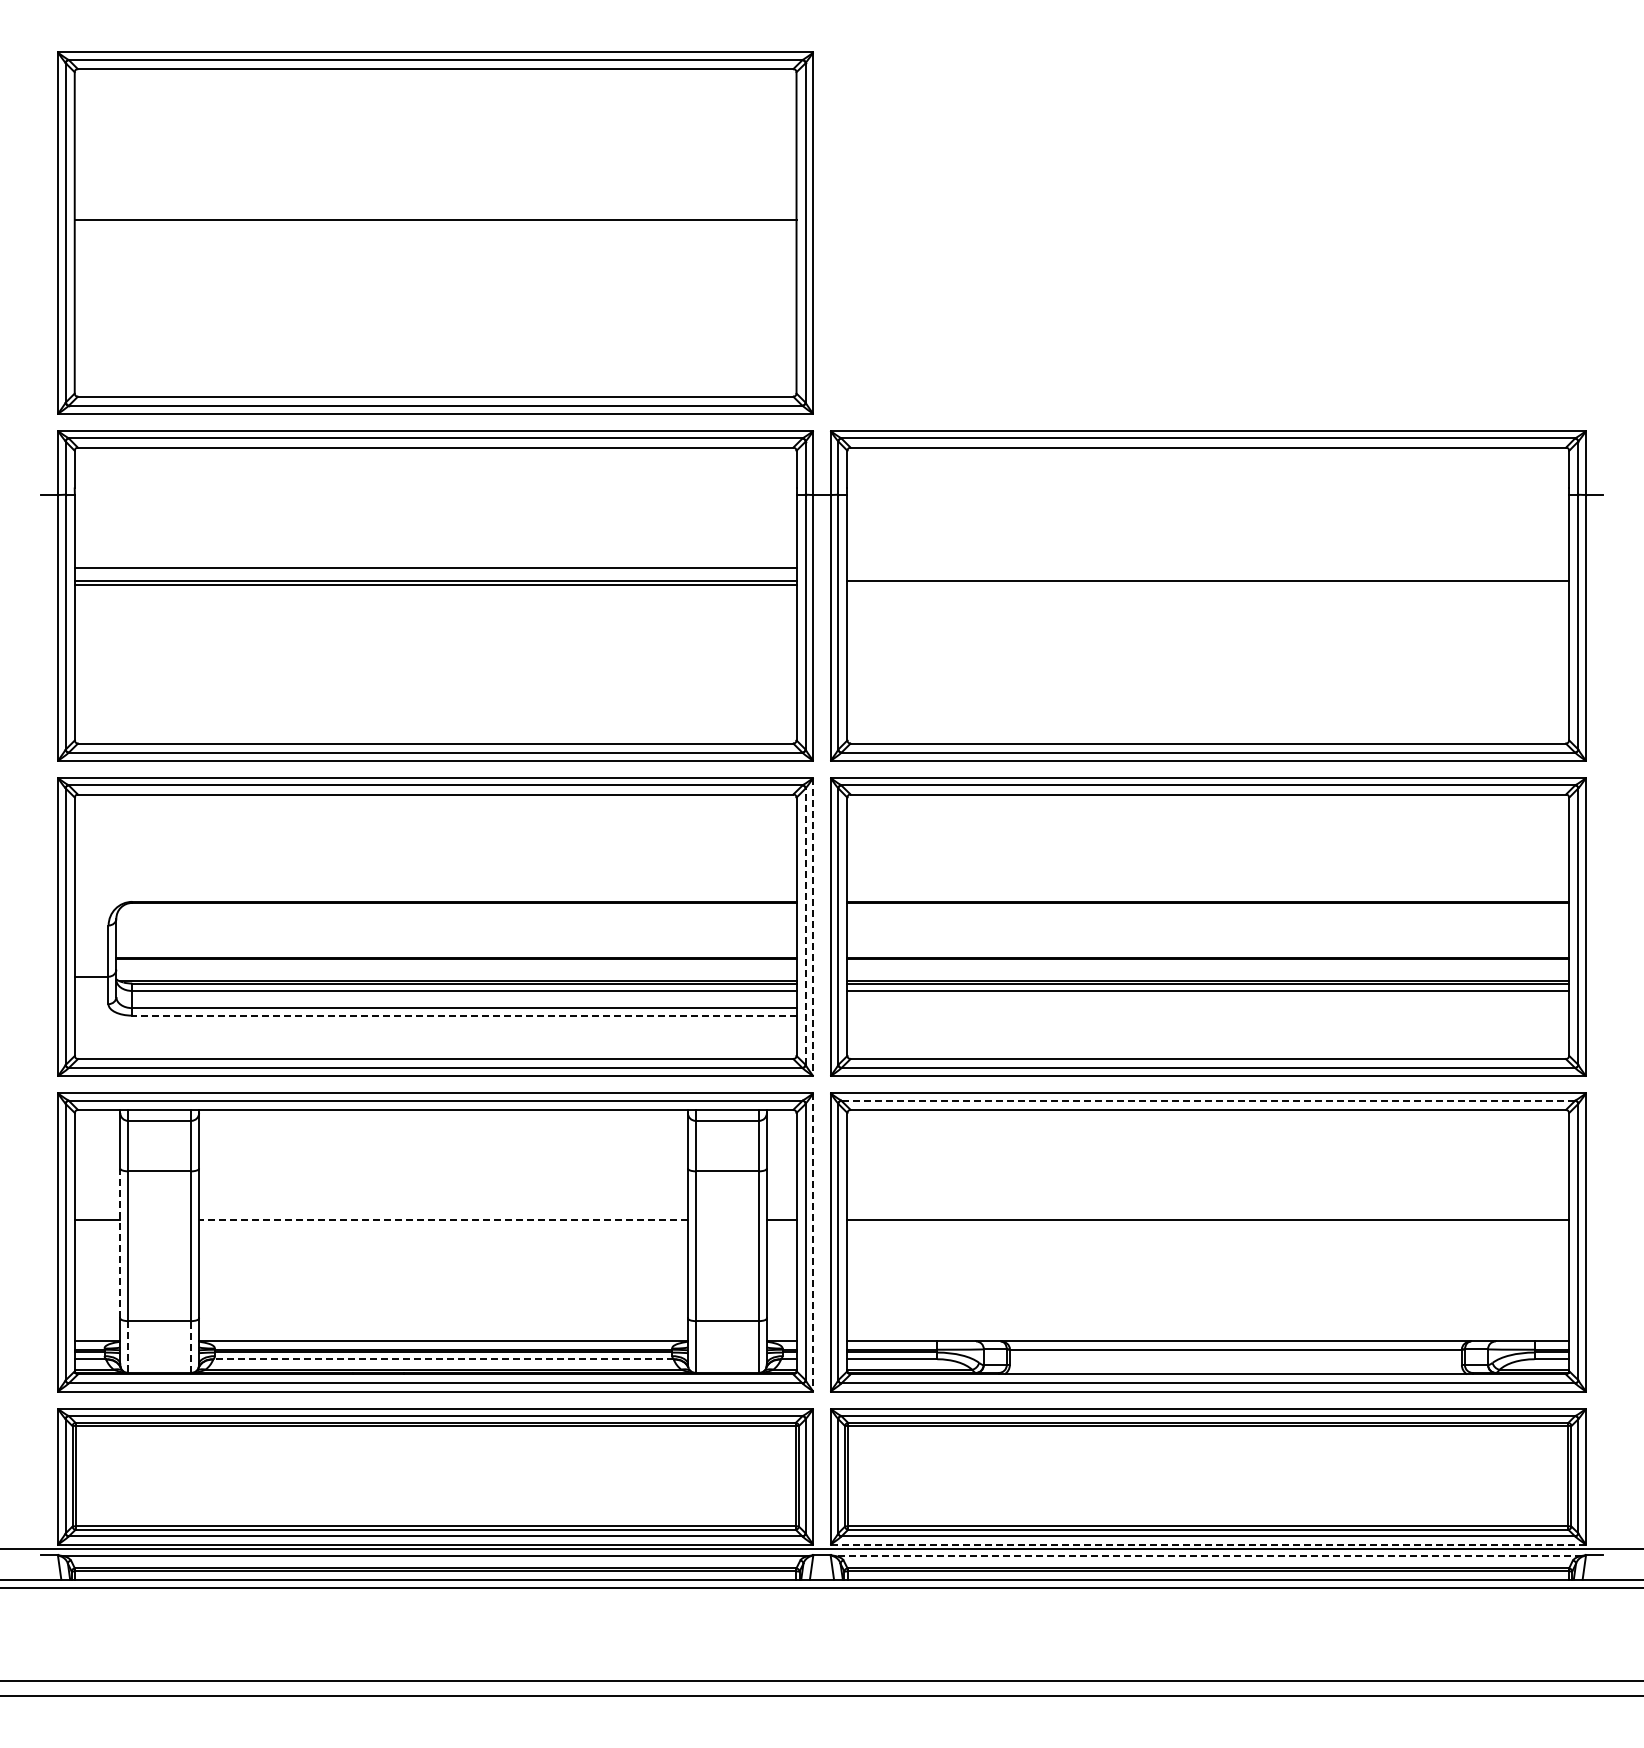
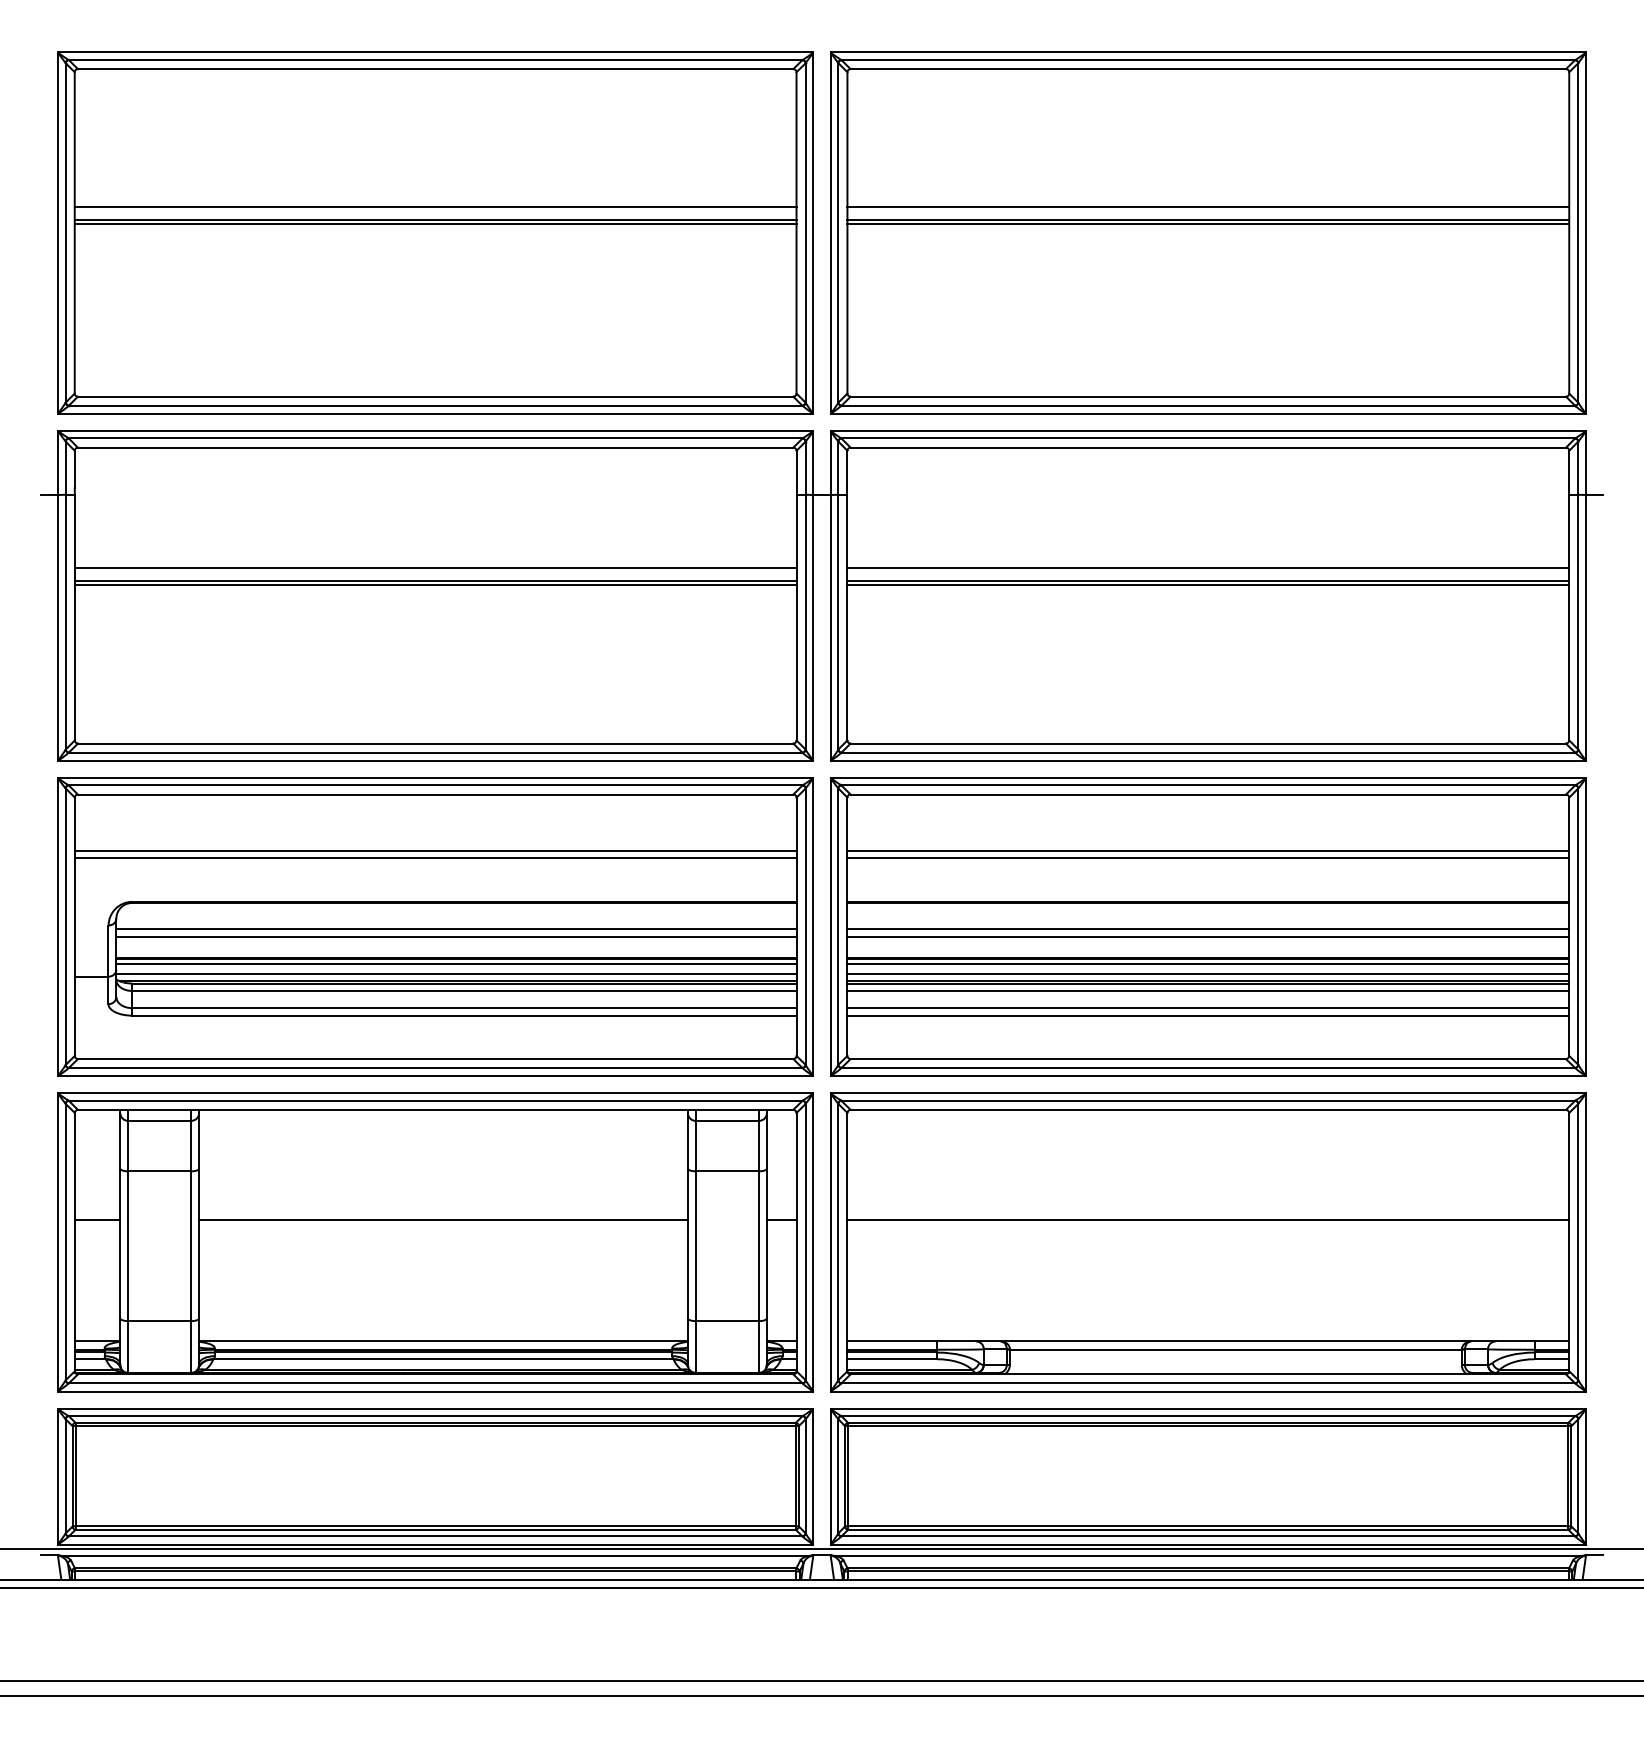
line at (435, 207): none -> present
line at (435, 224): none -> present
part at (1208, 232): none -> present
line at (1208, 567): none -> present
line at (1208, 584): none -> present
line at (435, 851): none -> present
line at (1208, 851): none -> present
line at (435, 858): none -> present
line at (1208, 858): none -> present
line at (805, 926): dashed -> solid
line at (813, 927): dashed -> solid
line at (456, 928): none -> present
line at (1208, 928): none -> present
line at (456, 937): none -> present
line at (1208, 937): none -> present
line at (456, 963): none -> present
line at (1208, 963): none -> present
line at (456, 973): none -> present
line at (1208, 973): none -> present
line at (1208, 1008): none -> present
line at (463, 1015): dashed -> solid
line at (1208, 1015): none -> present
line at (1208, 1100): dashed -> solid
line at (443, 1219): dashed -> solid
line at (120, 1243): dashed -> solid
line at (813, 1243): dashed -> solid
line at (128, 1347): dashed -> solid
line at (191, 1347): dashed -> solid
line at (443, 1359): dashed -> solid
line at (1208, 1544): dashed -> solid
line at (1208, 1555): dashed -> solid
